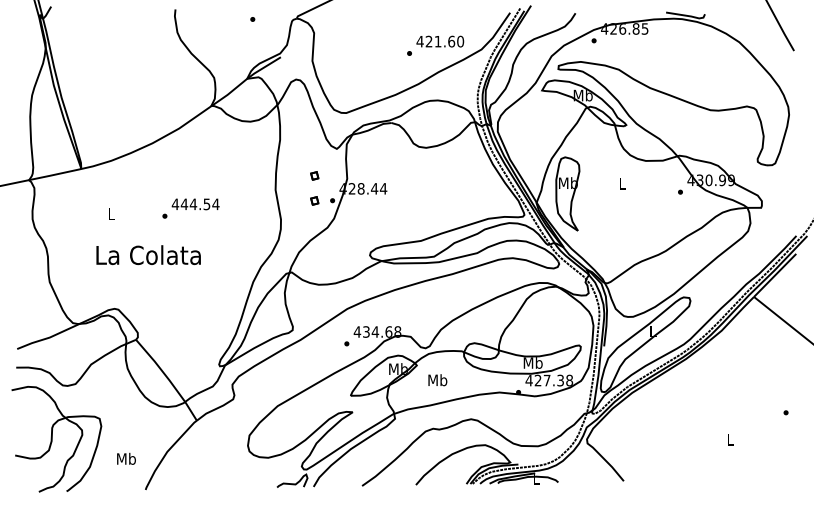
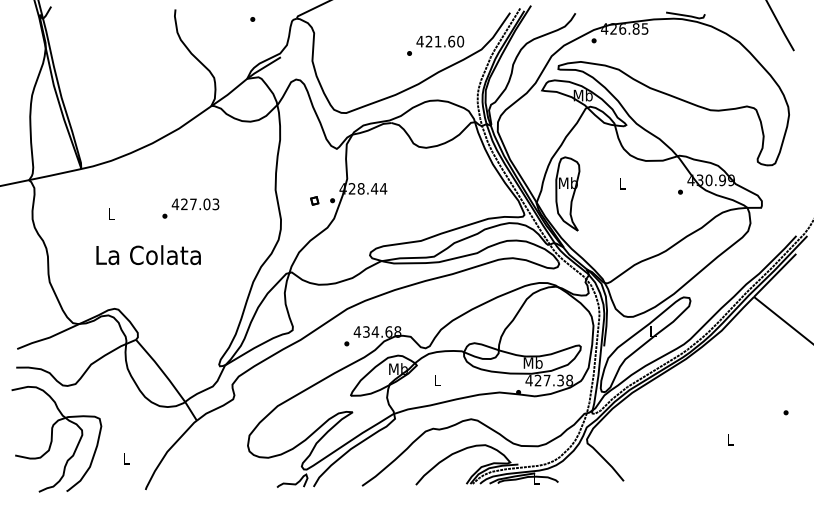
part at (314, 175): present -> none
text at (199, 204): 444.54 -> 427.03
text at (437, 380): Mb -> L
text at (126, 458): Mb -> L
